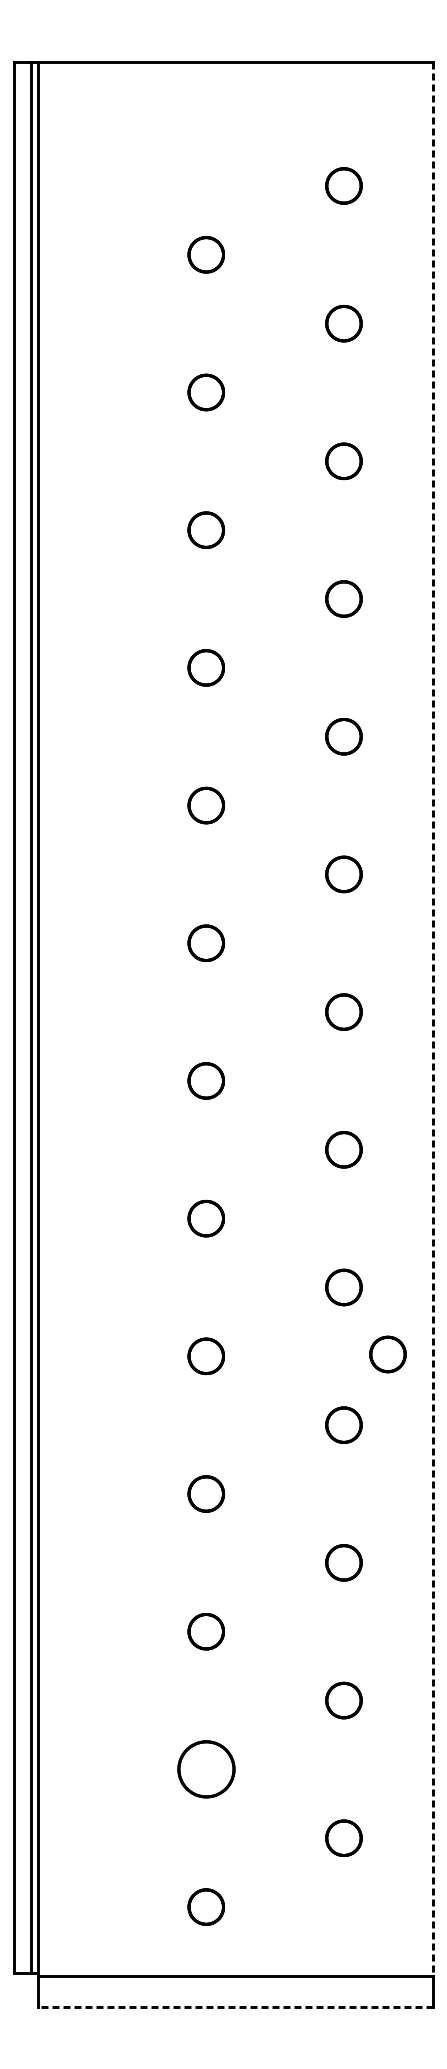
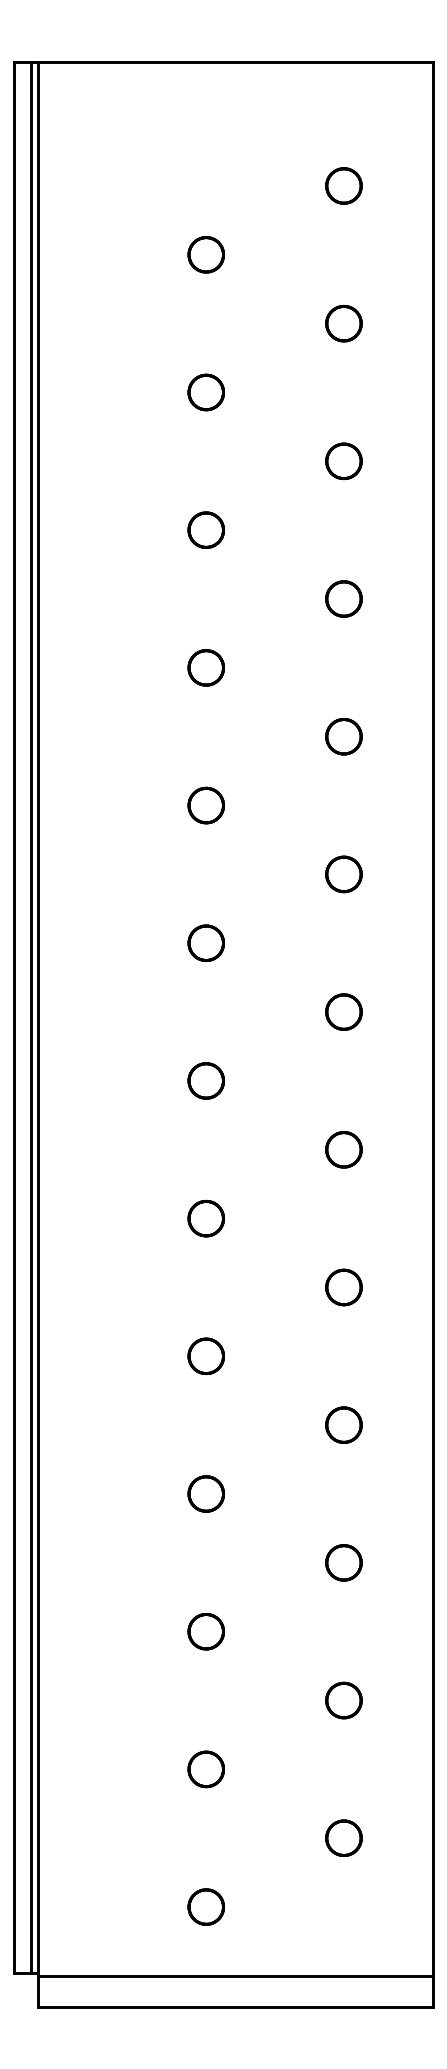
line at (433, 1019): dashed -> solid
part at (387, 1354): present -> none
part at (206, 1769) size: 59x59 px -> 38x39 px
line at (235, 2006): dashed -> solid
